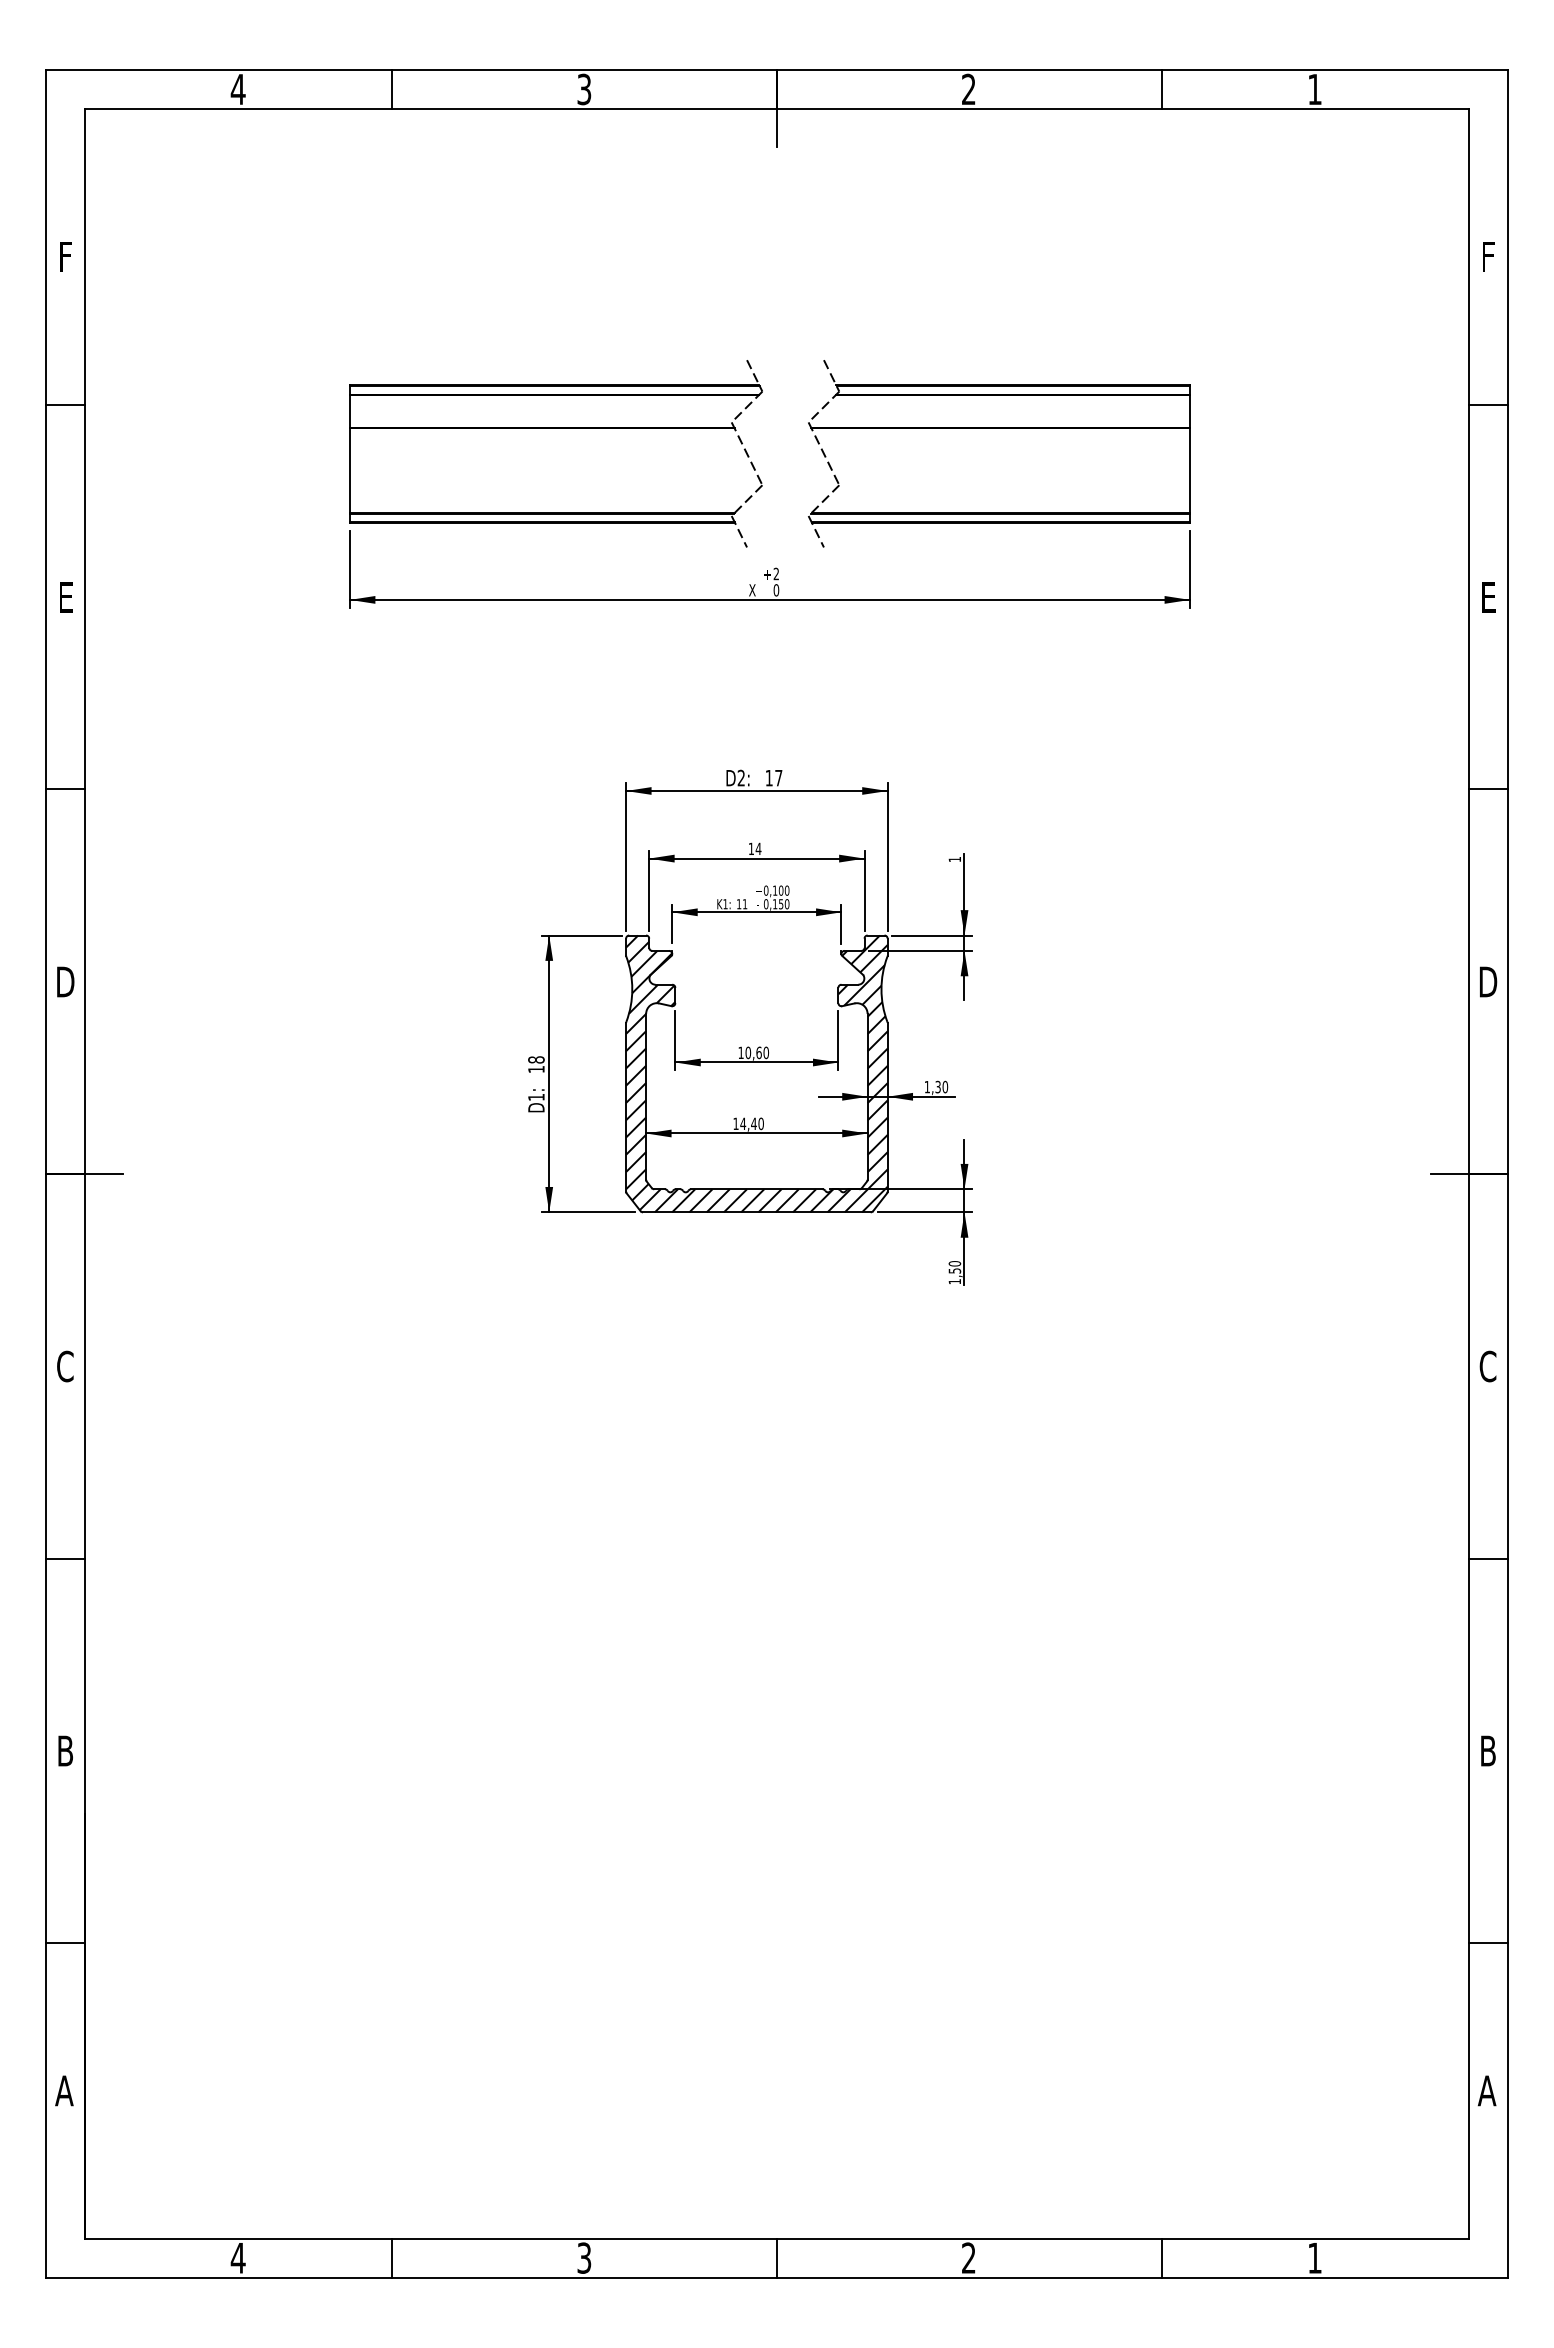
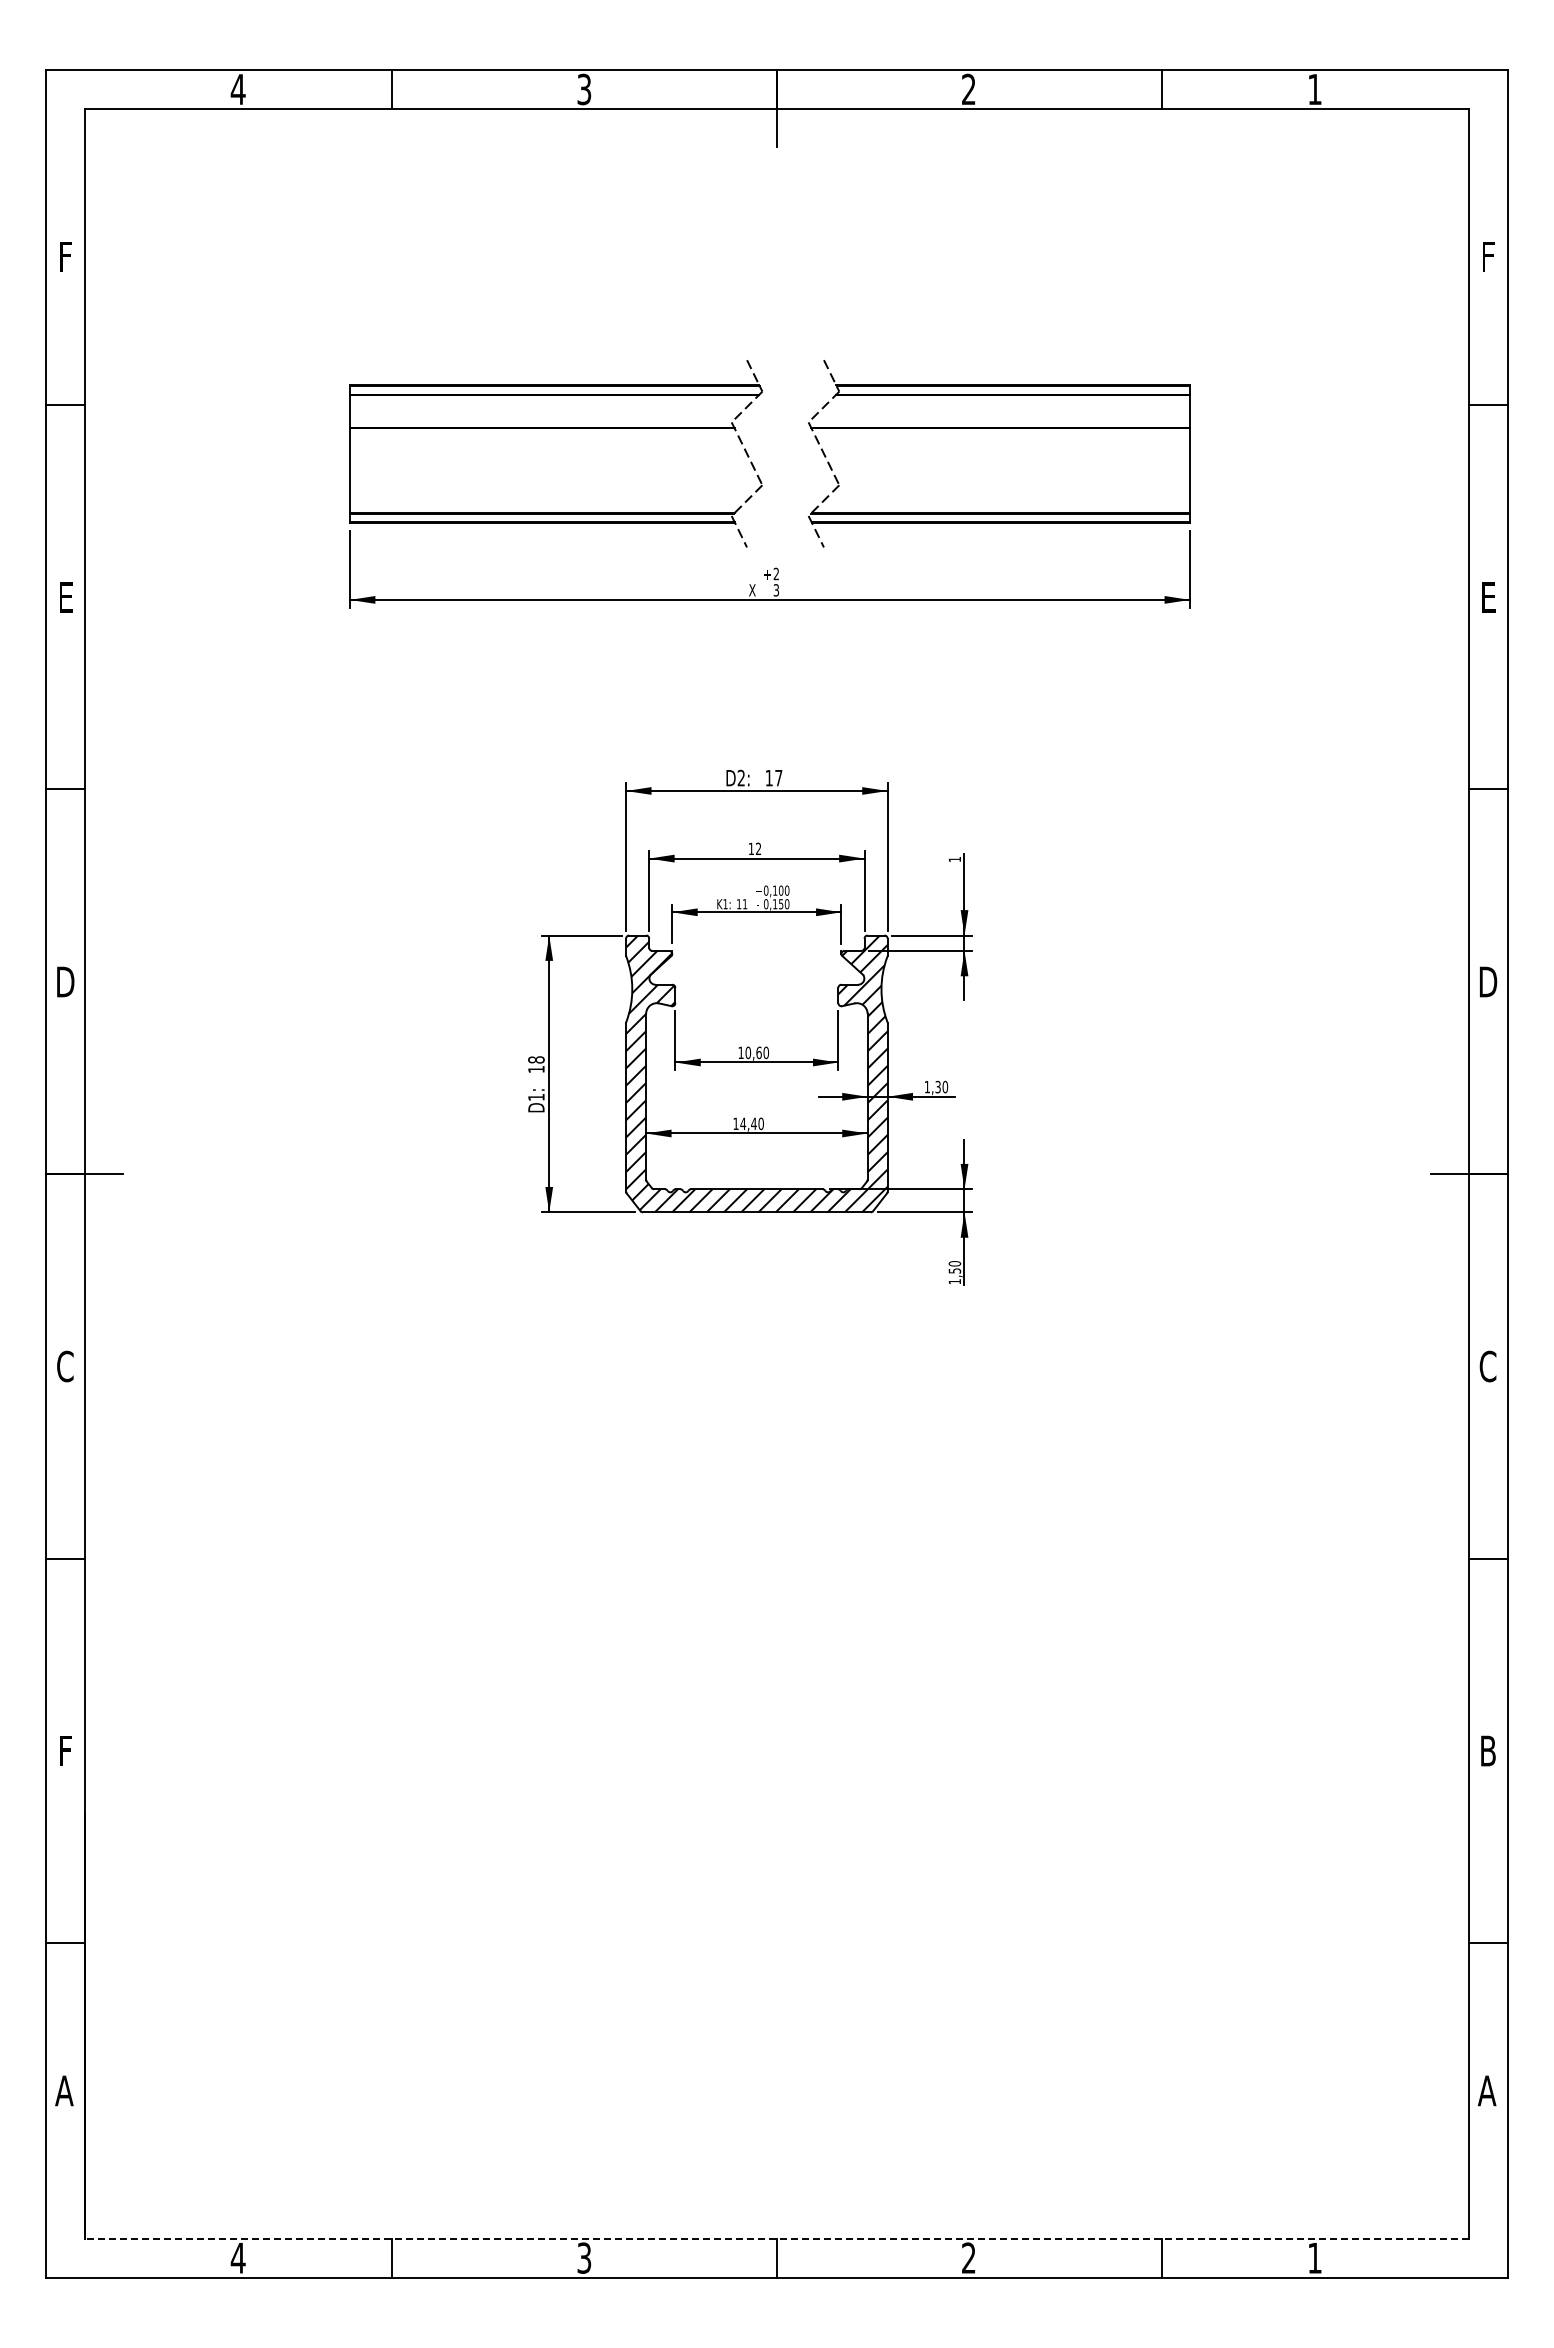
text at (776, 590): 0 -> 3
text at (758, 848): 14 -> 12
text at (65, 1750): B -> F
line at (776, 2239): solid -> dashed
